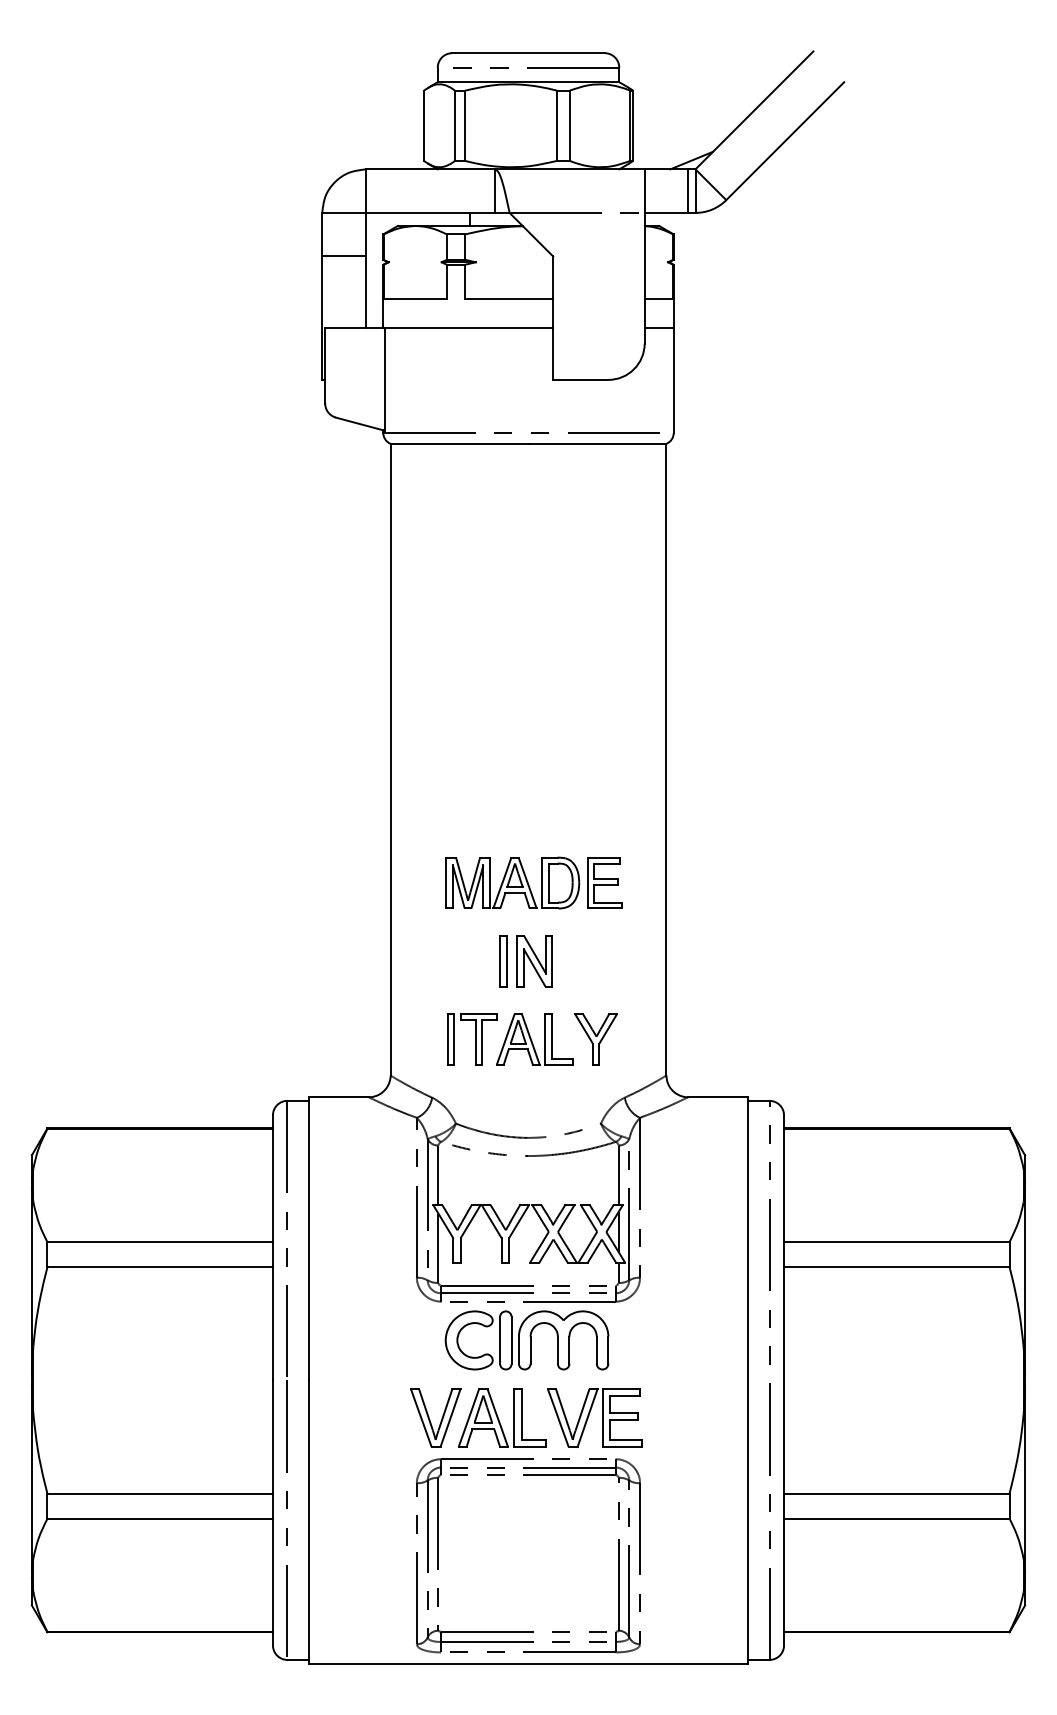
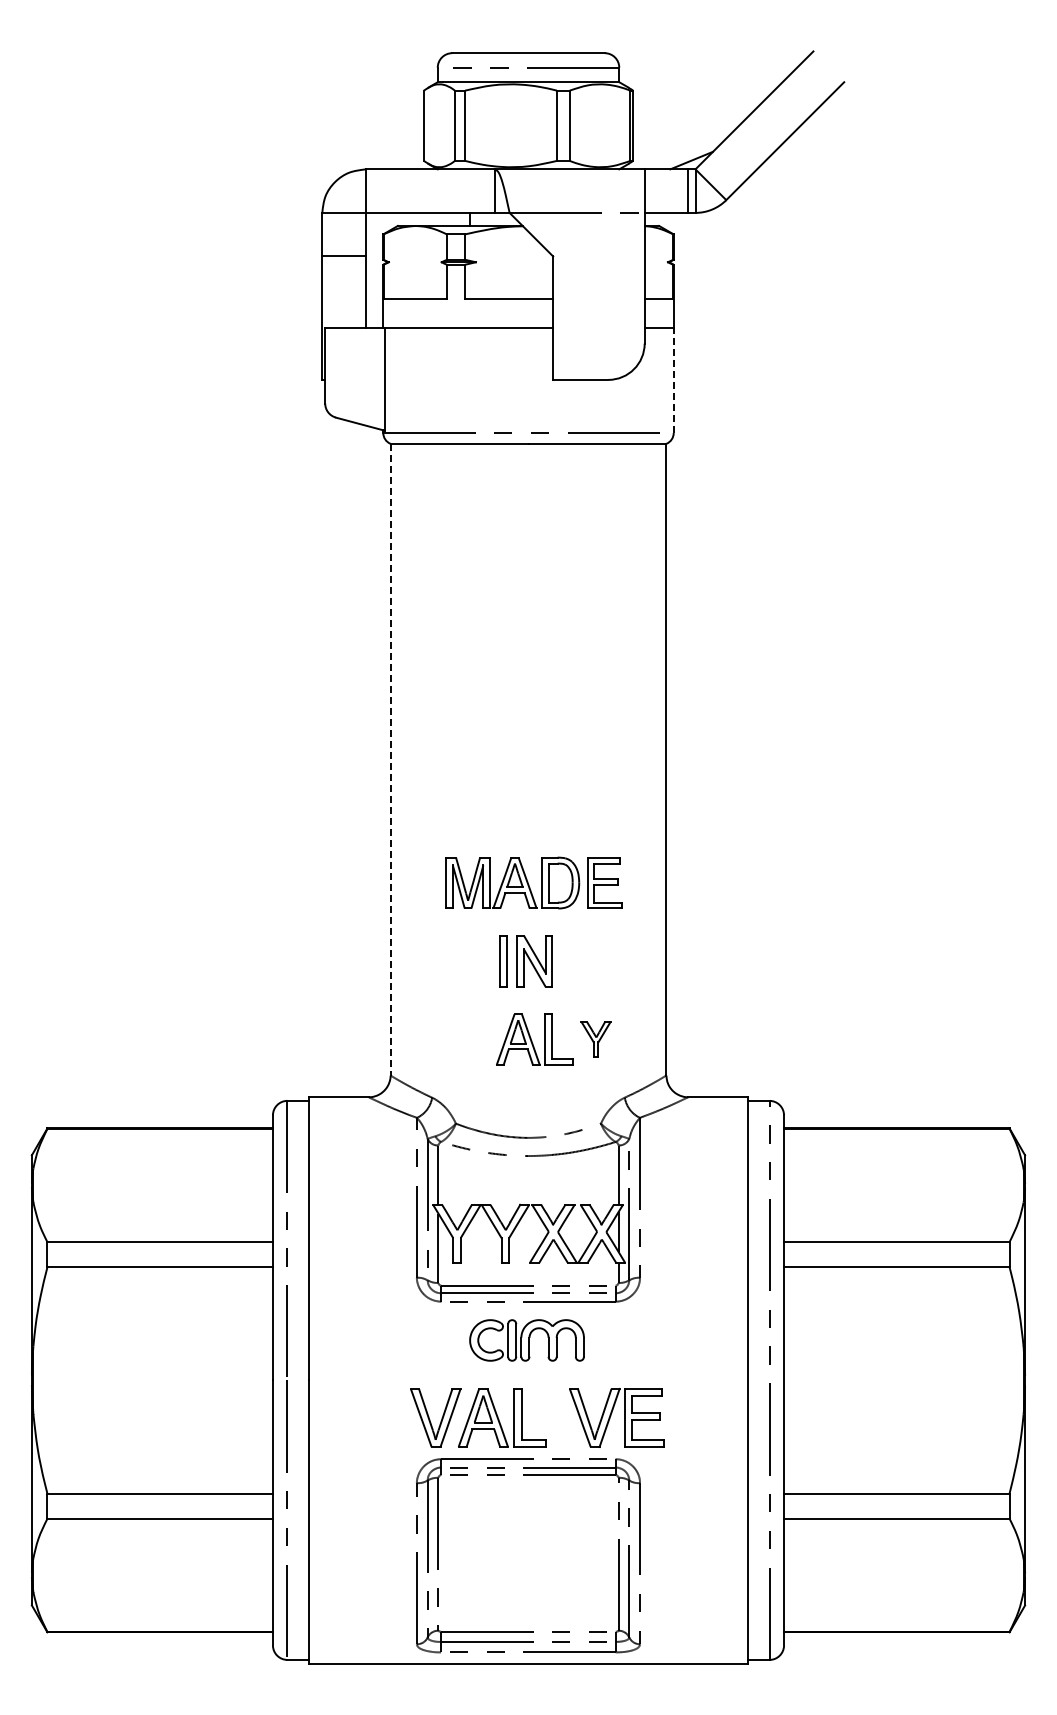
line at (673, 380): solid -> dashed
line at (390, 759): solid -> dashed
part at (472, 1039): present -> none
part at (595, 1039) size: 44x53 px -> 32x37 px
part at (526, 1340) size: 166x61 px -> 116x43 px
part at (594, 1417) position: (594, 1417) -> (616, 1417)
